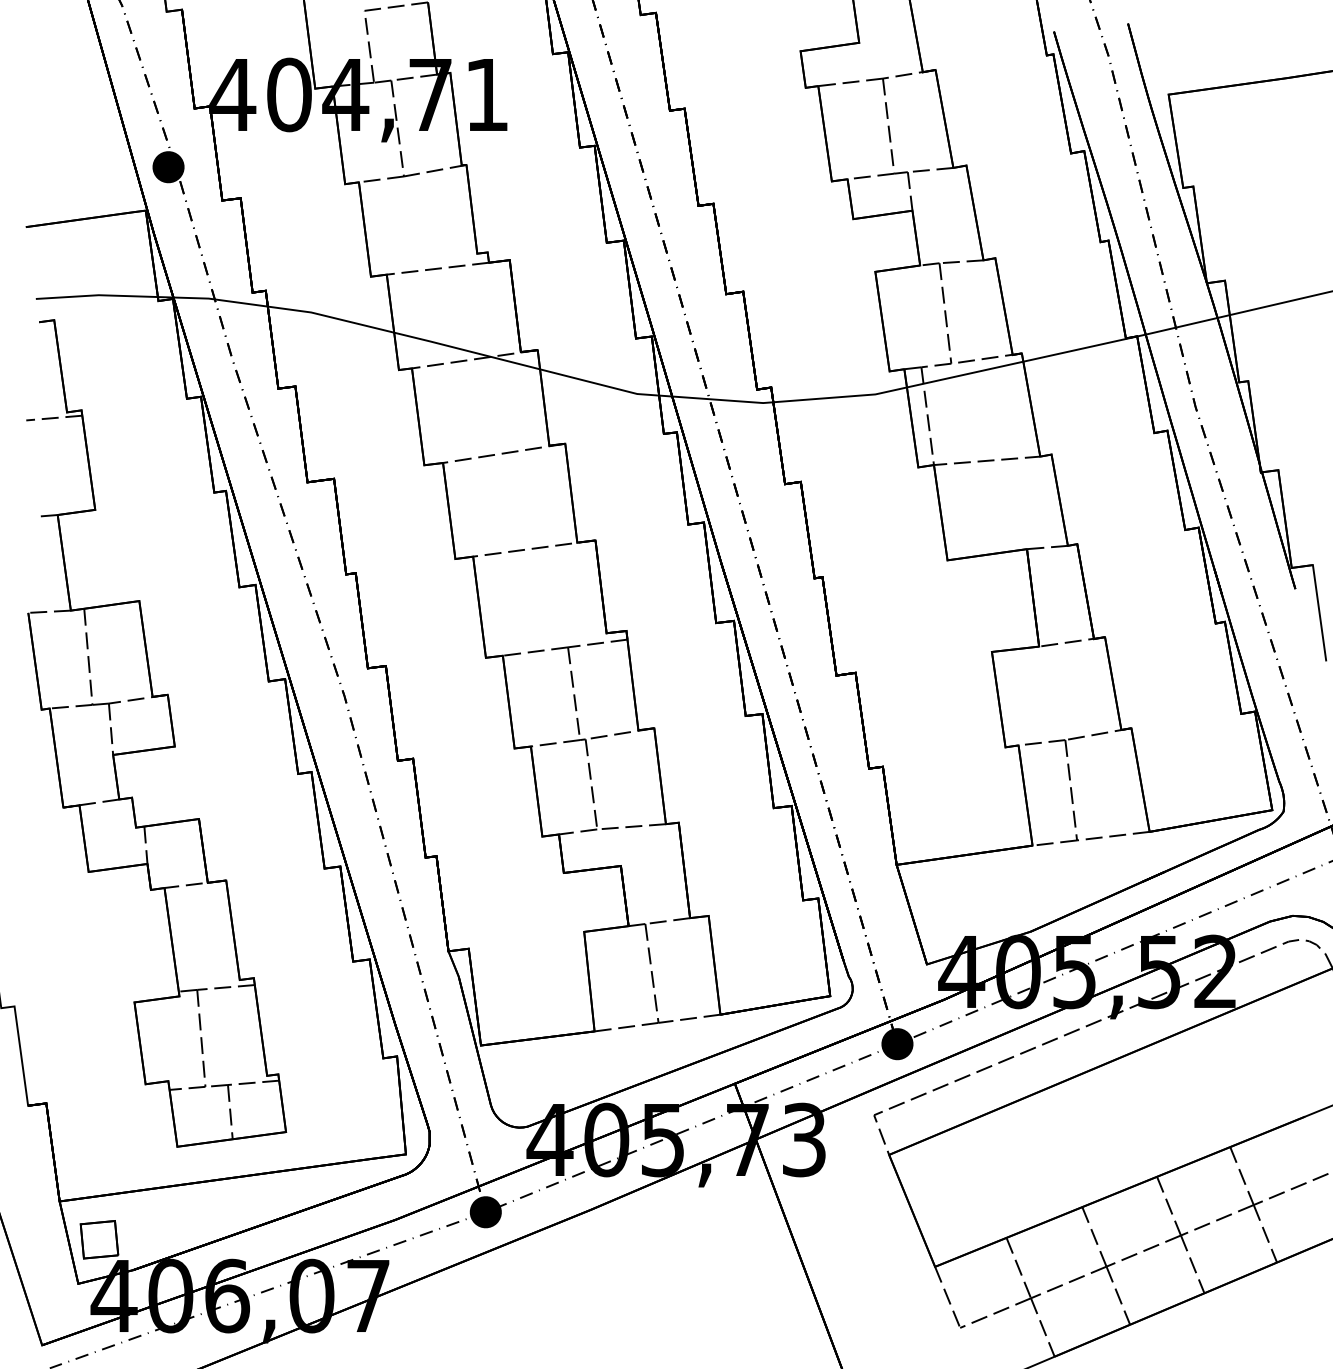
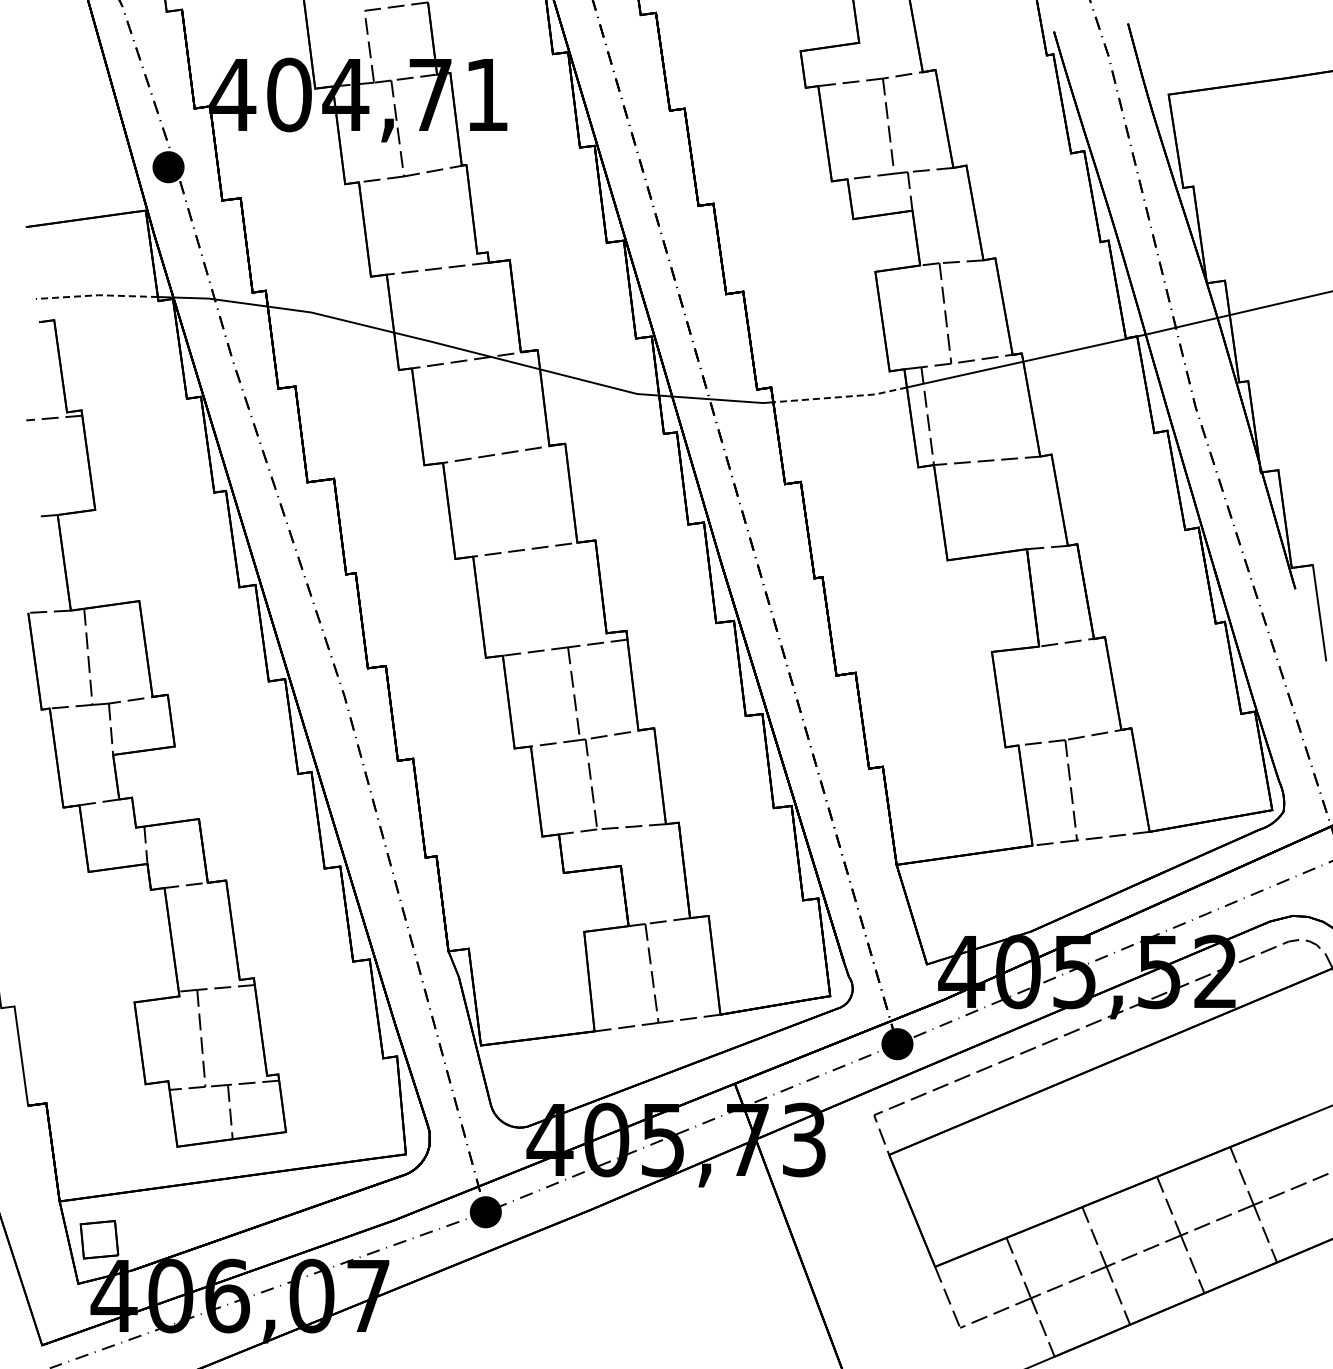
line at (97, 295): solid -> dashed
line at (840, 397): solid -> dashed
